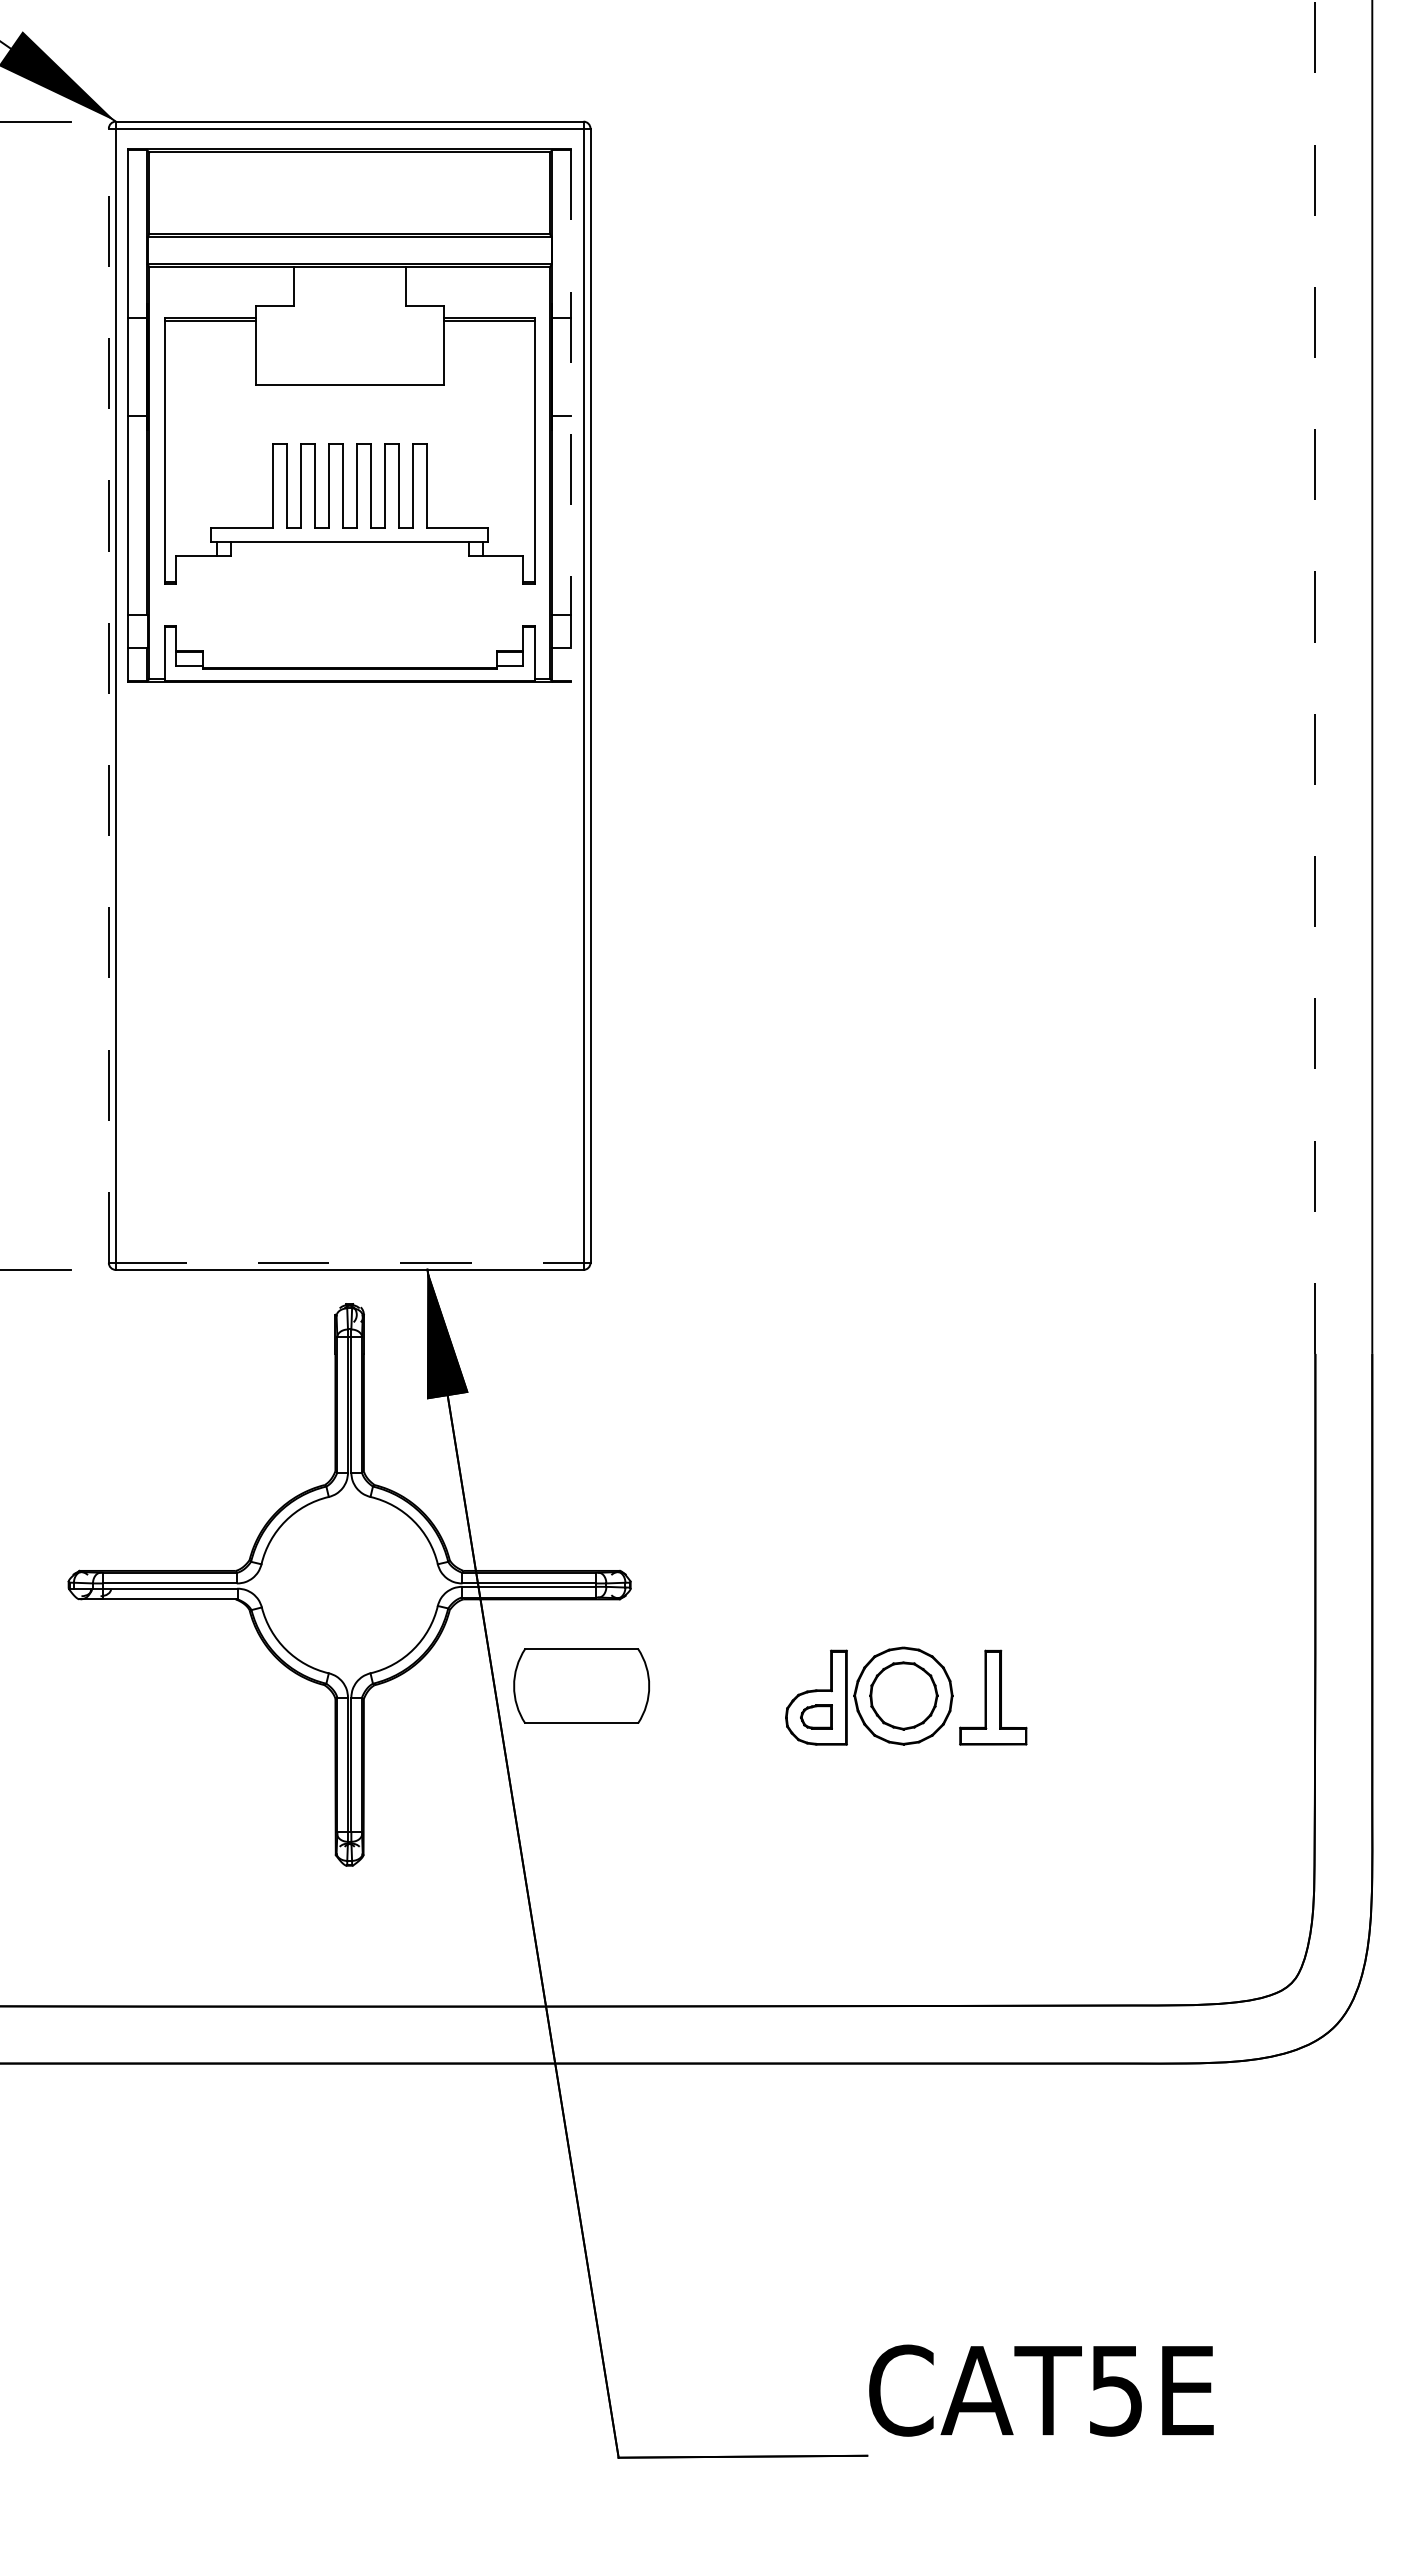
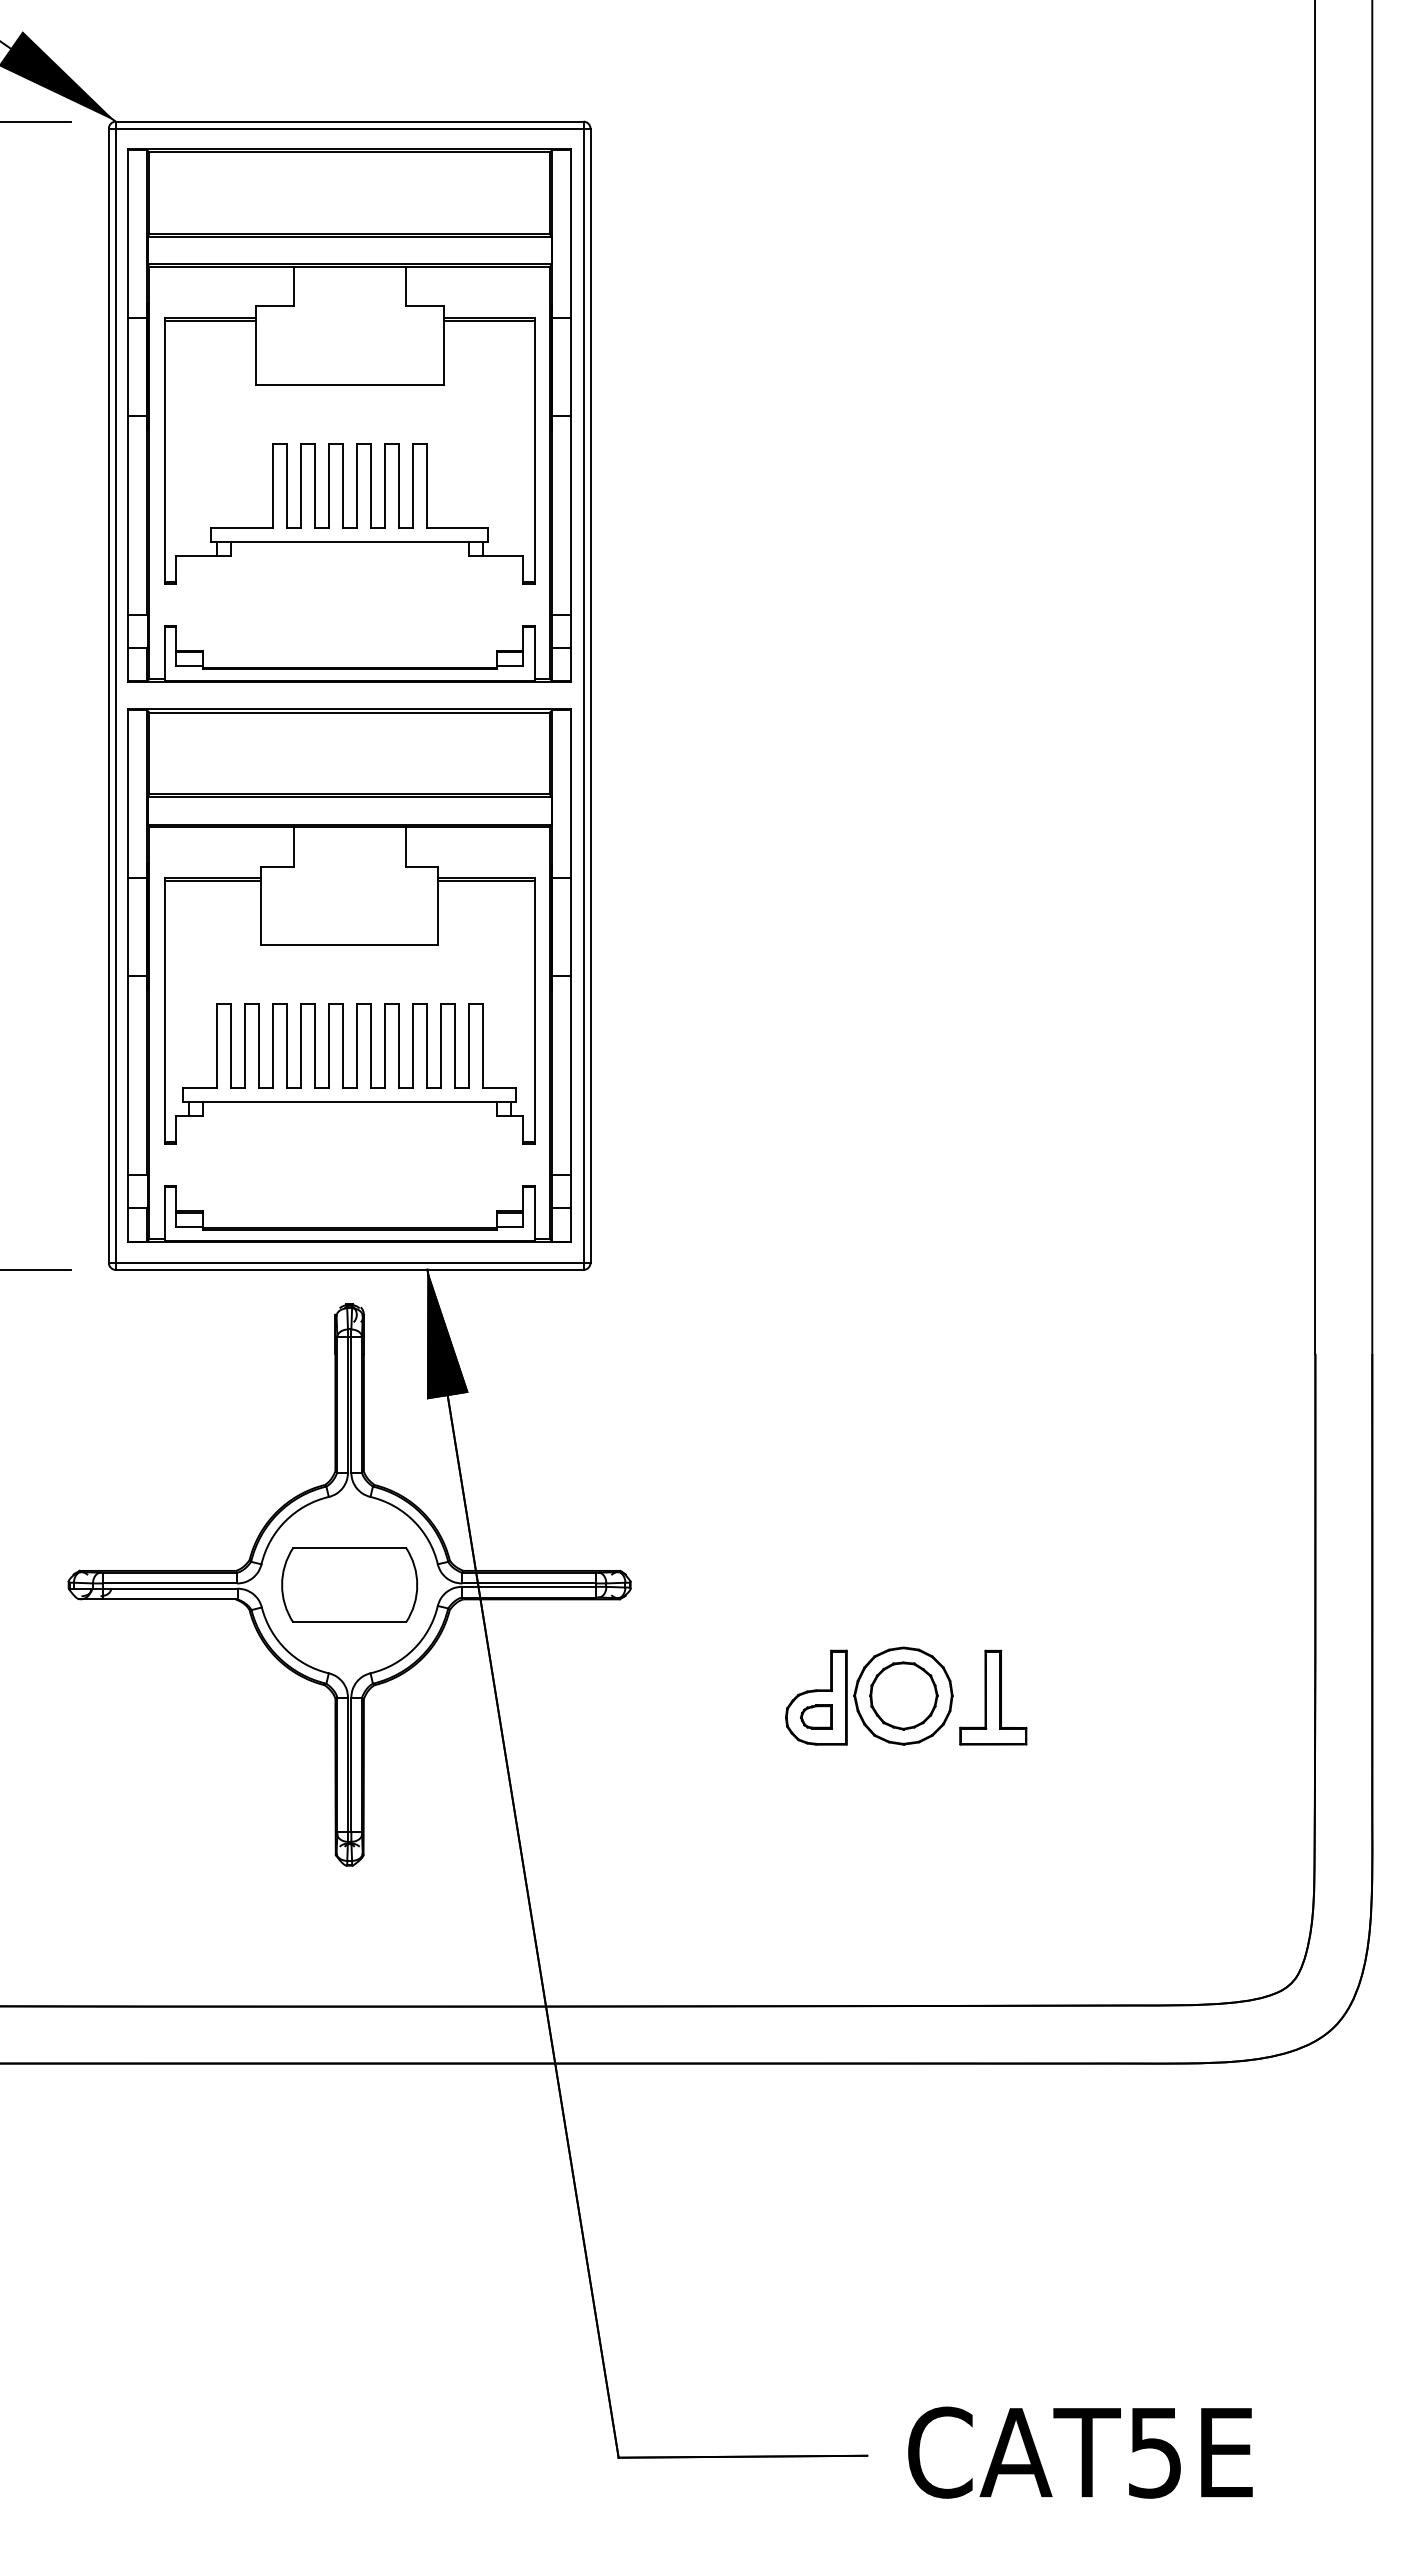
line at (570, 416): dashed -> solid
line at (1315, 676): dashed -> solid
line at (108, 695): dashed -> solid
part at (349, 975): none -> present
line at (349, 1262): dashed -> solid
part at (581, 1685) position: (581, 1685) -> (349, 1584)
text at (1041, 2390) position: (1041, 2390) -> (1080, 2452)
